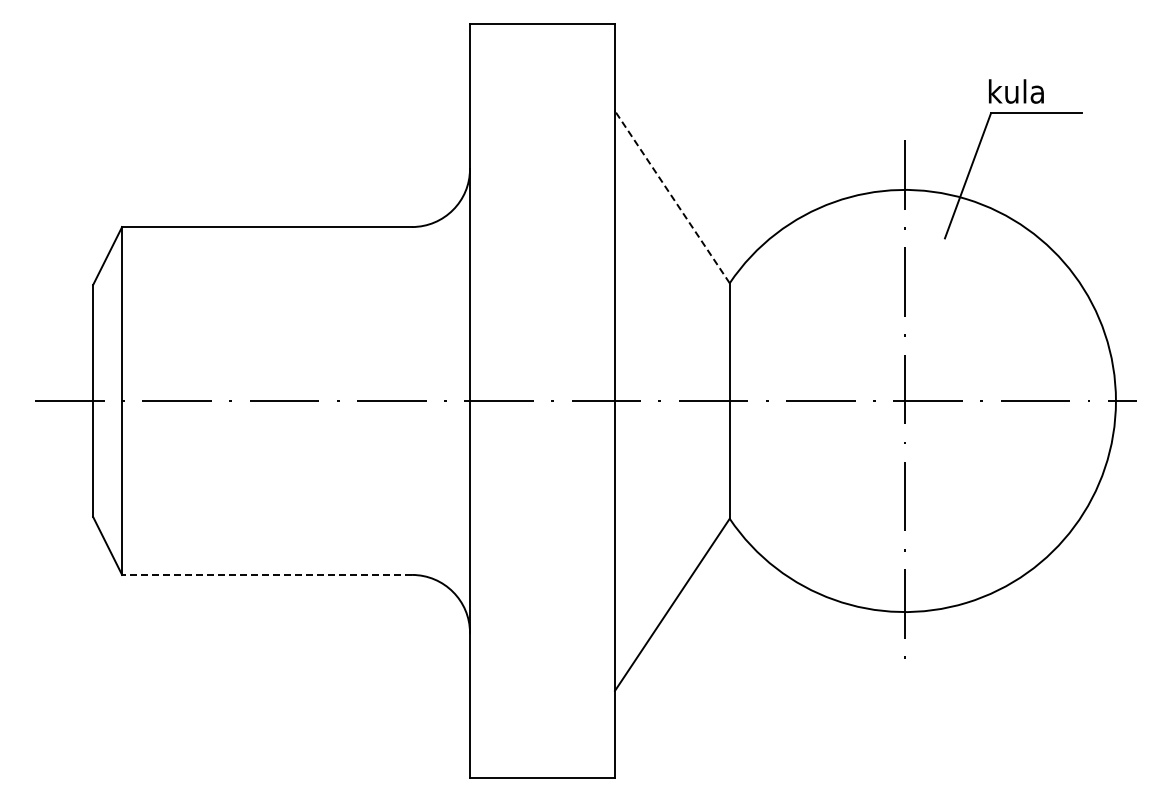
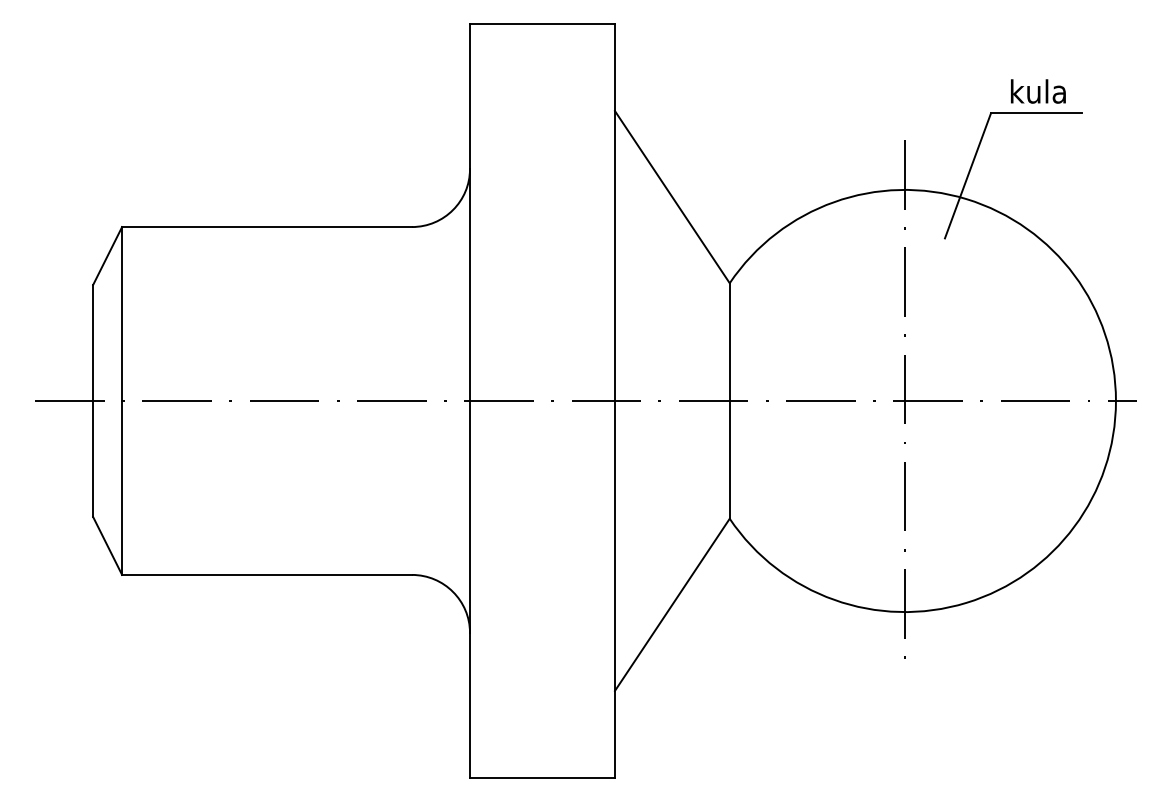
text at (1016, 91) position: (1016, 91) -> (1038, 91)
line at (672, 196): dashed -> solid
line at (267, 574): dashed -> solid
